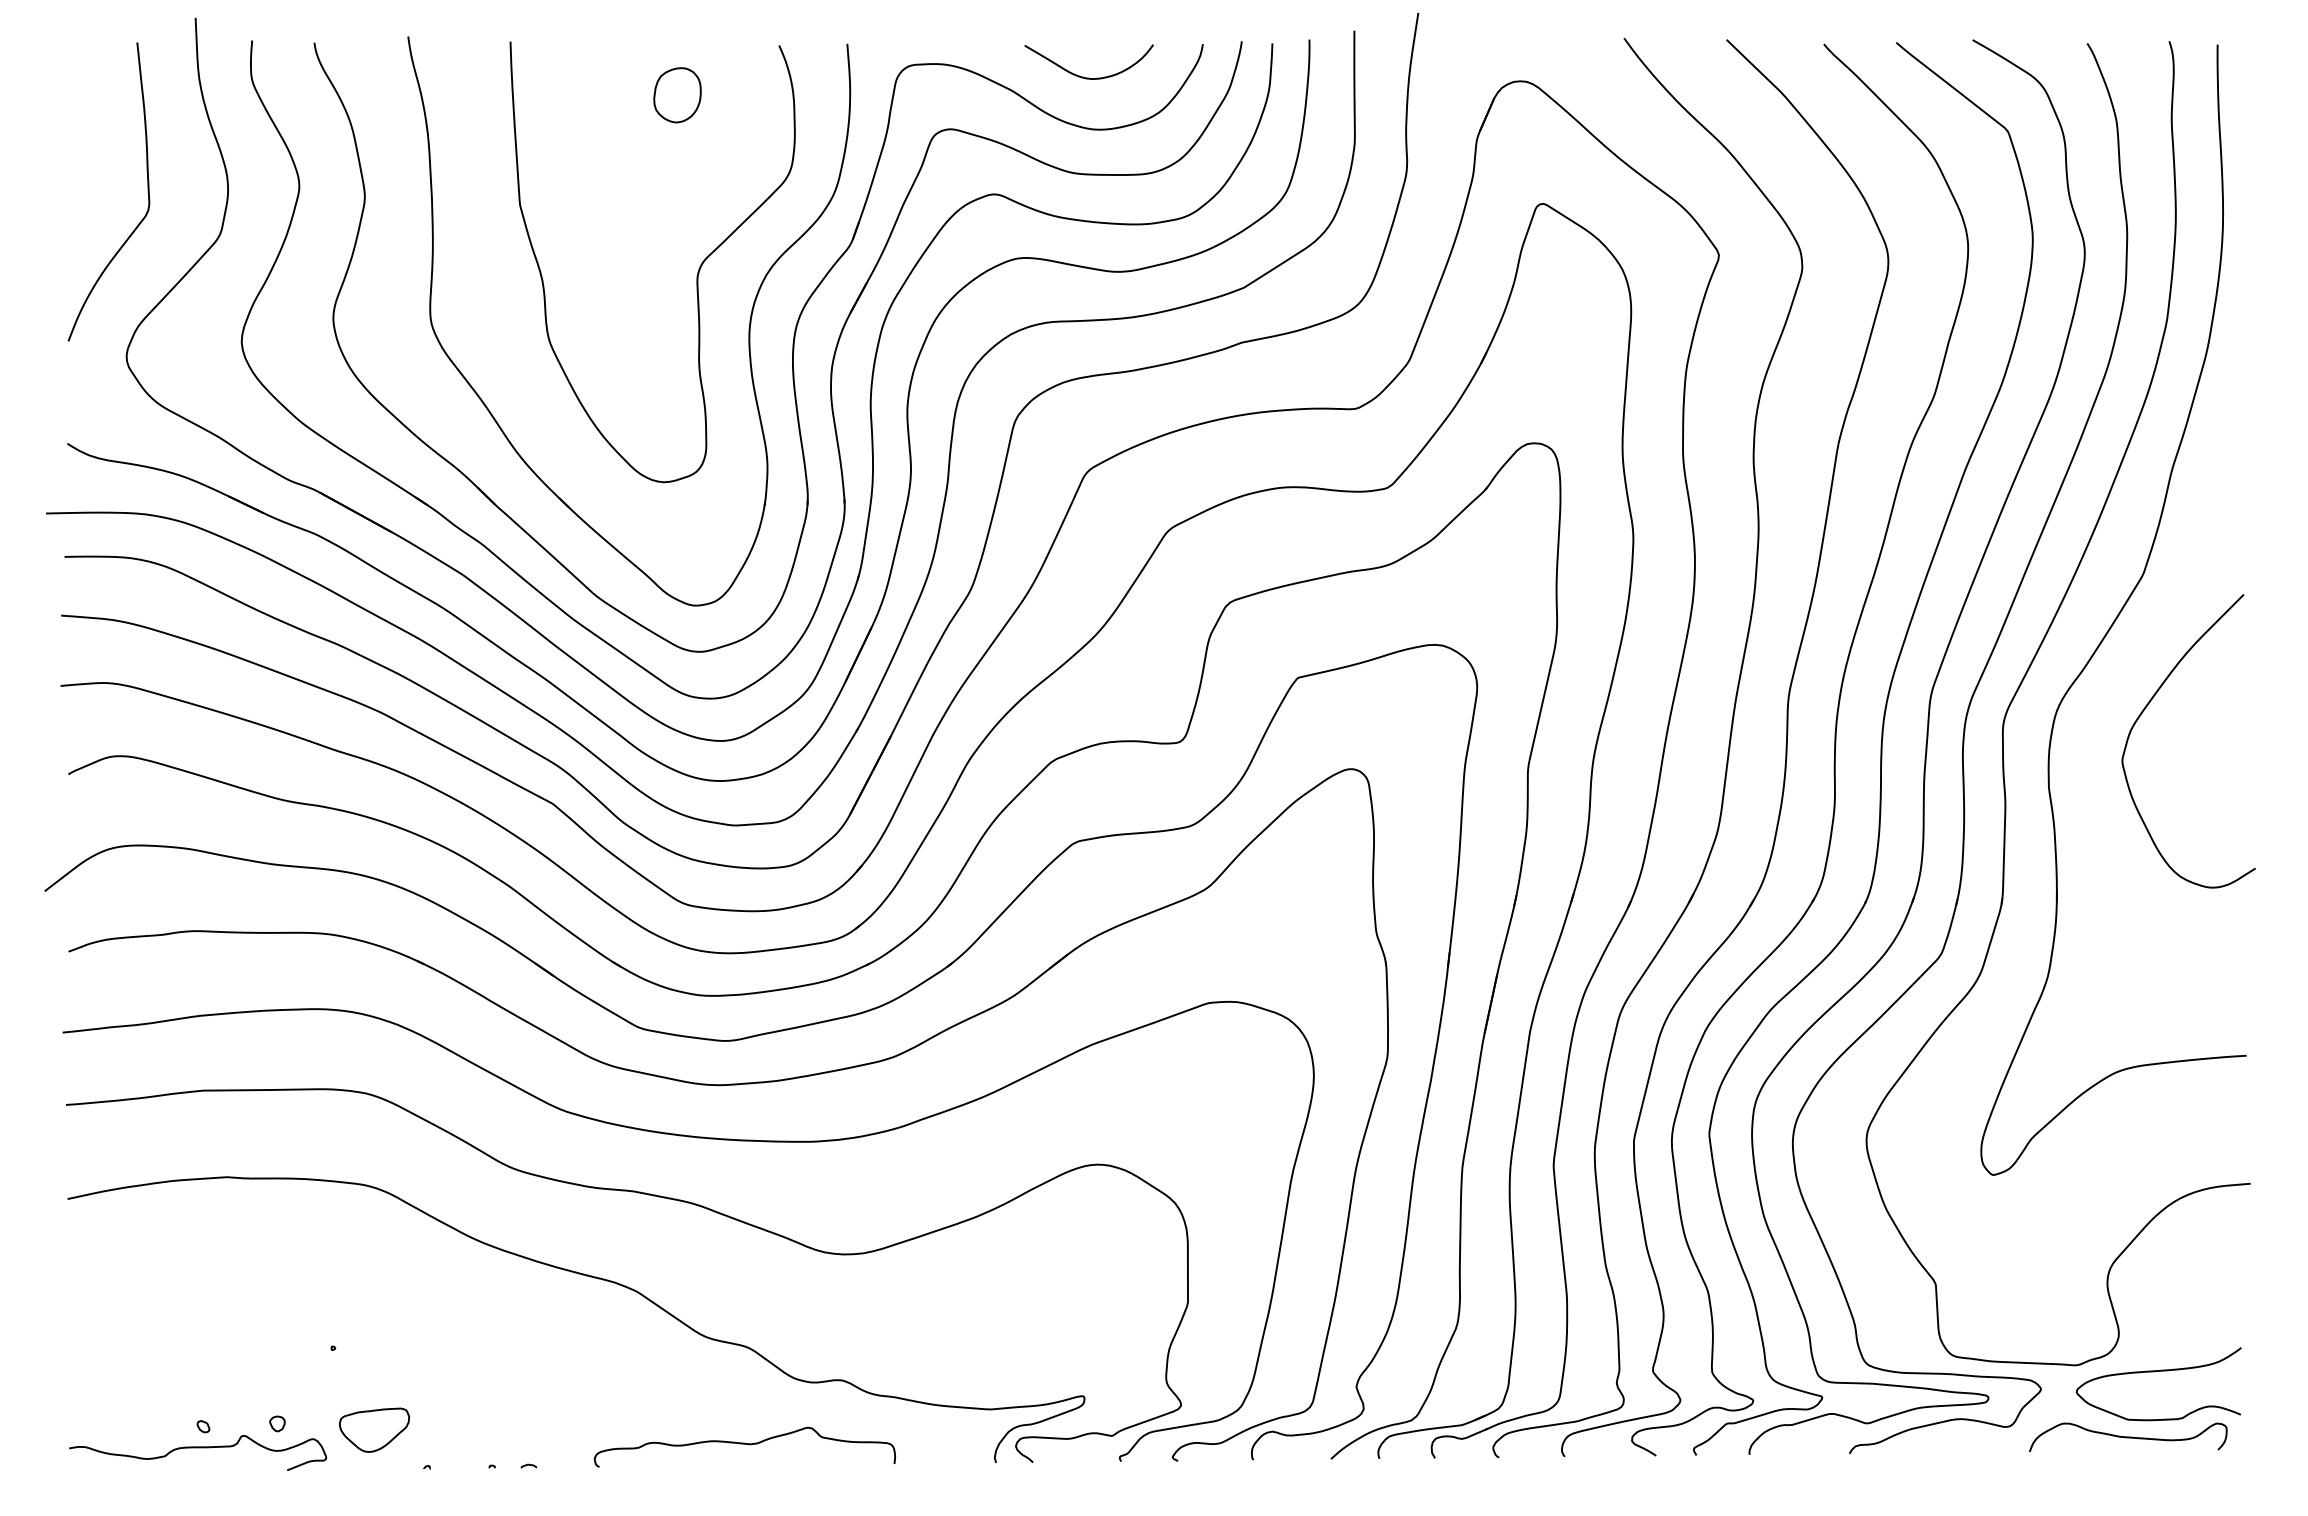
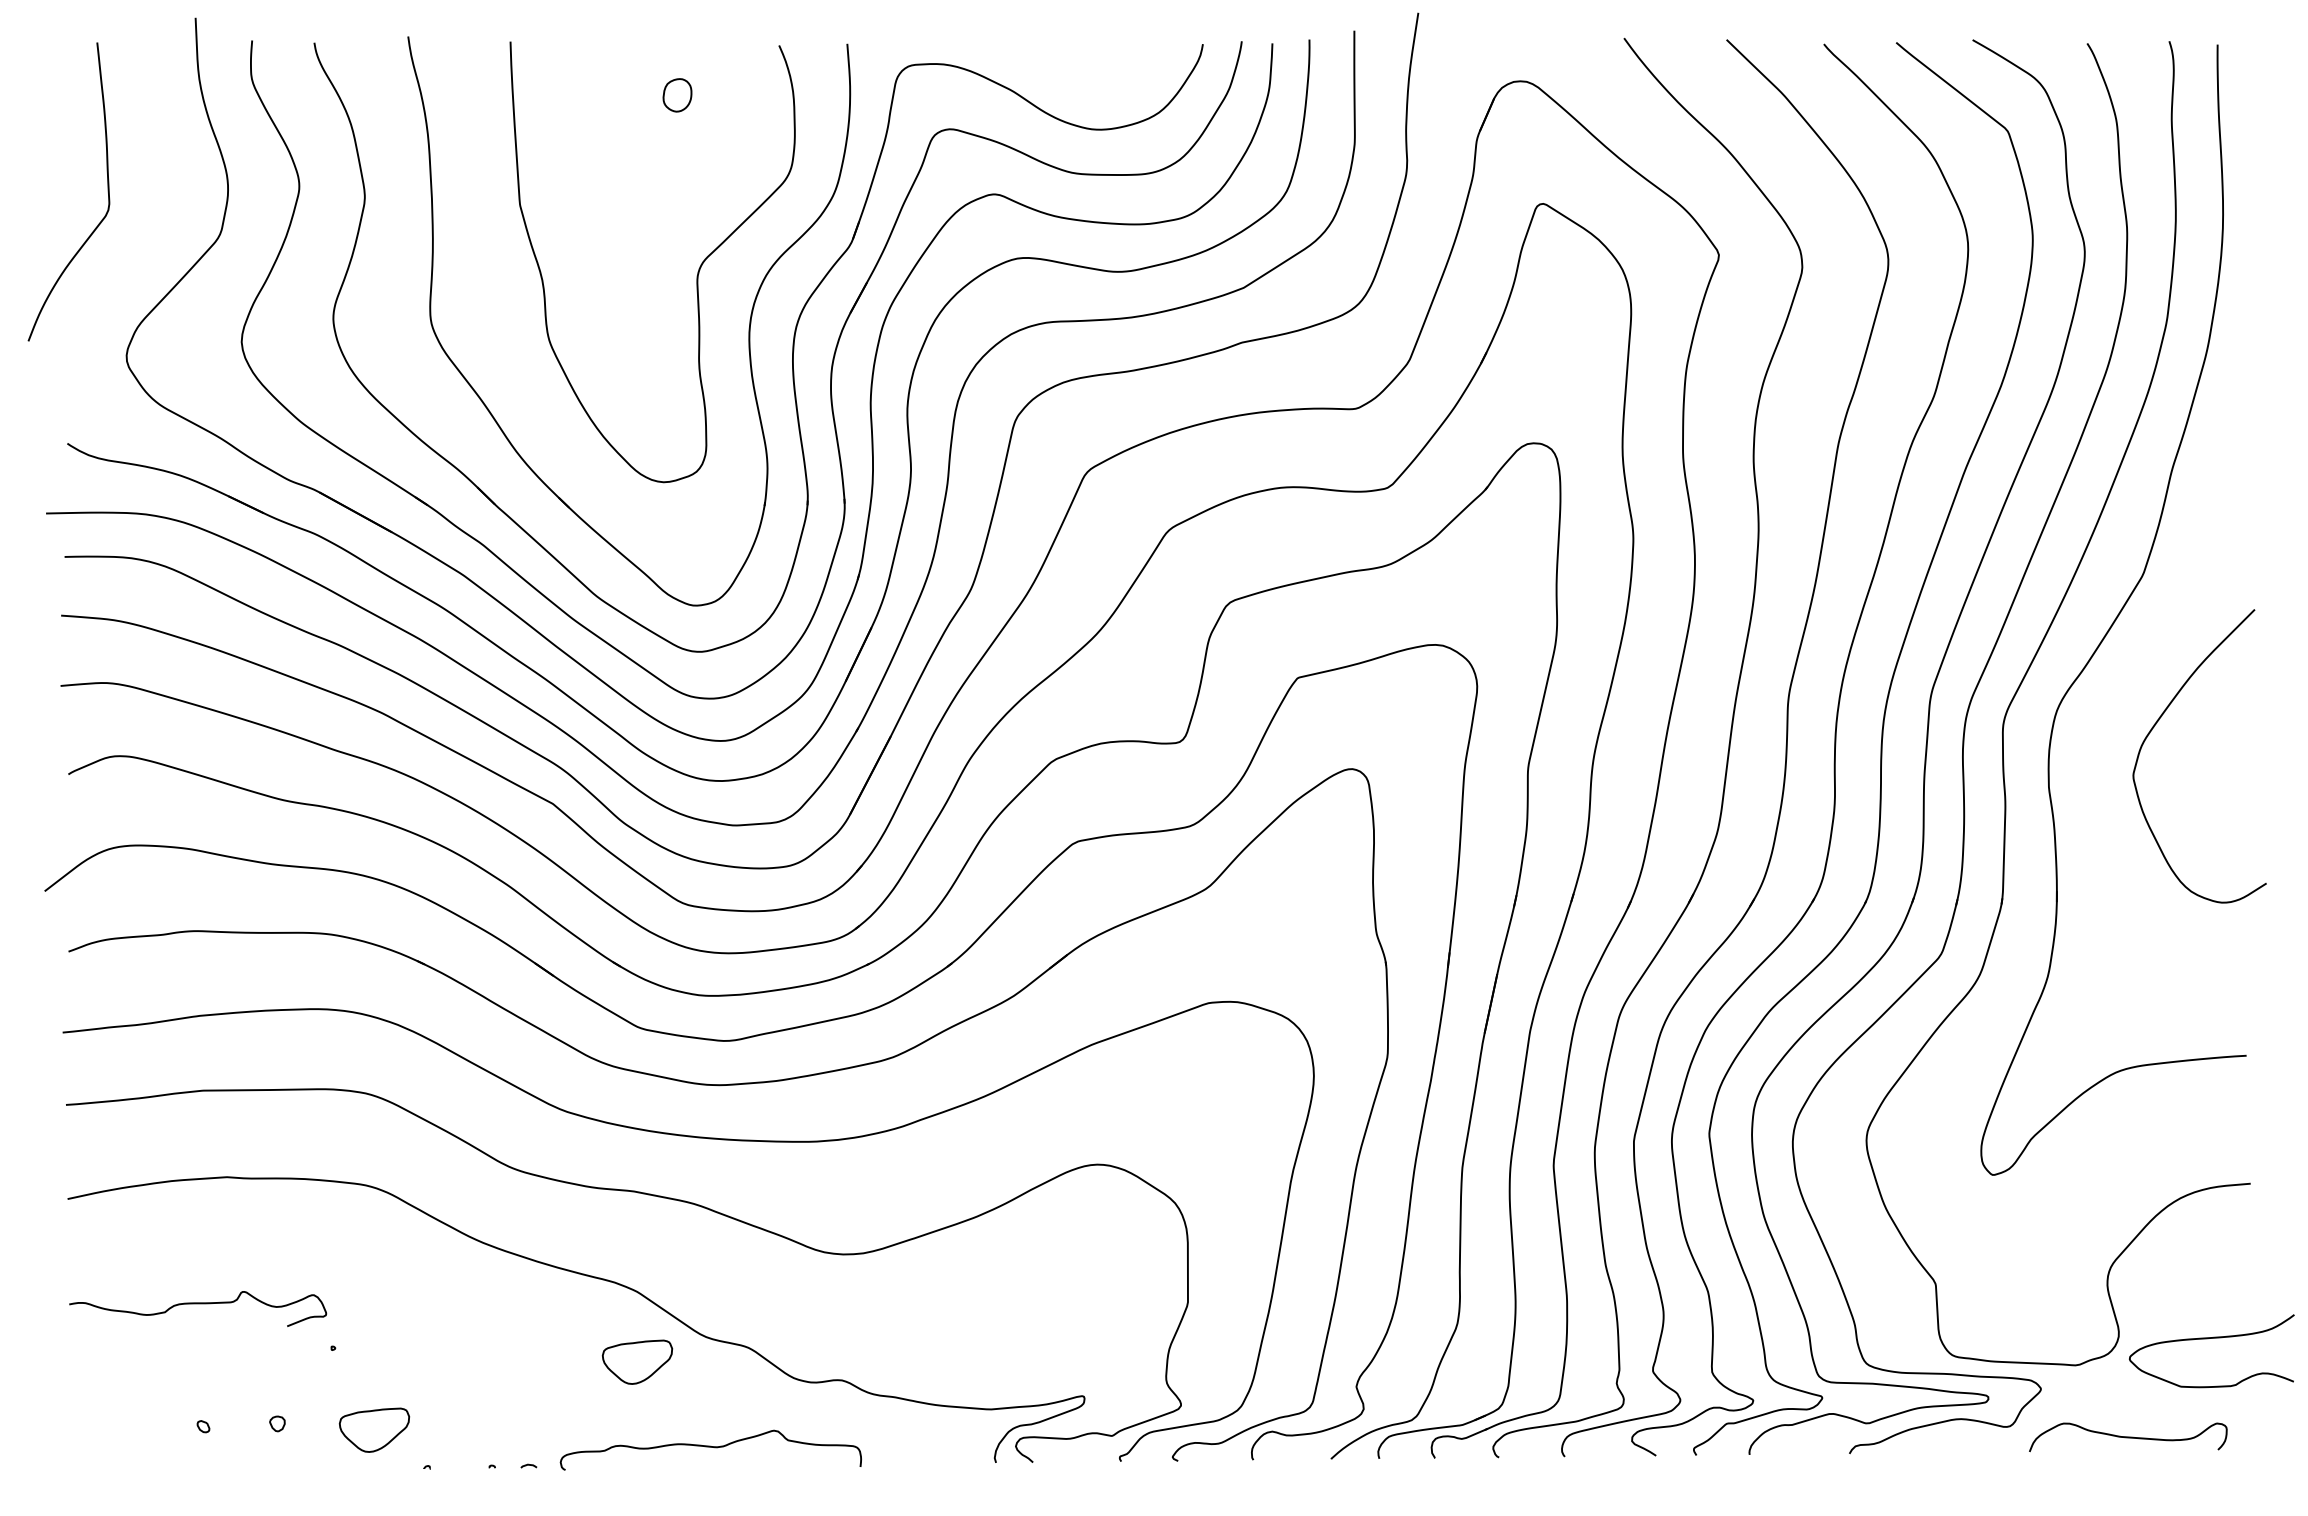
curve at (1083, 76): present -> none
part at (677, 95) size: 49x57 px -> 31x35 px
curve at (147, 191) position: (147, 191) -> (107, 191)
curve at (2143, 712) position: (2143, 712) -> (2154, 727)
part at (637, 1361): none -> present
curve at (2155, 1372) position: (2155, 1372) -> (2208, 1339)
curve at (744, 1444) position: (744, 1444) -> (710, 1447)
curve at (198, 1448) position: (198, 1448) -> (198, 1304)
